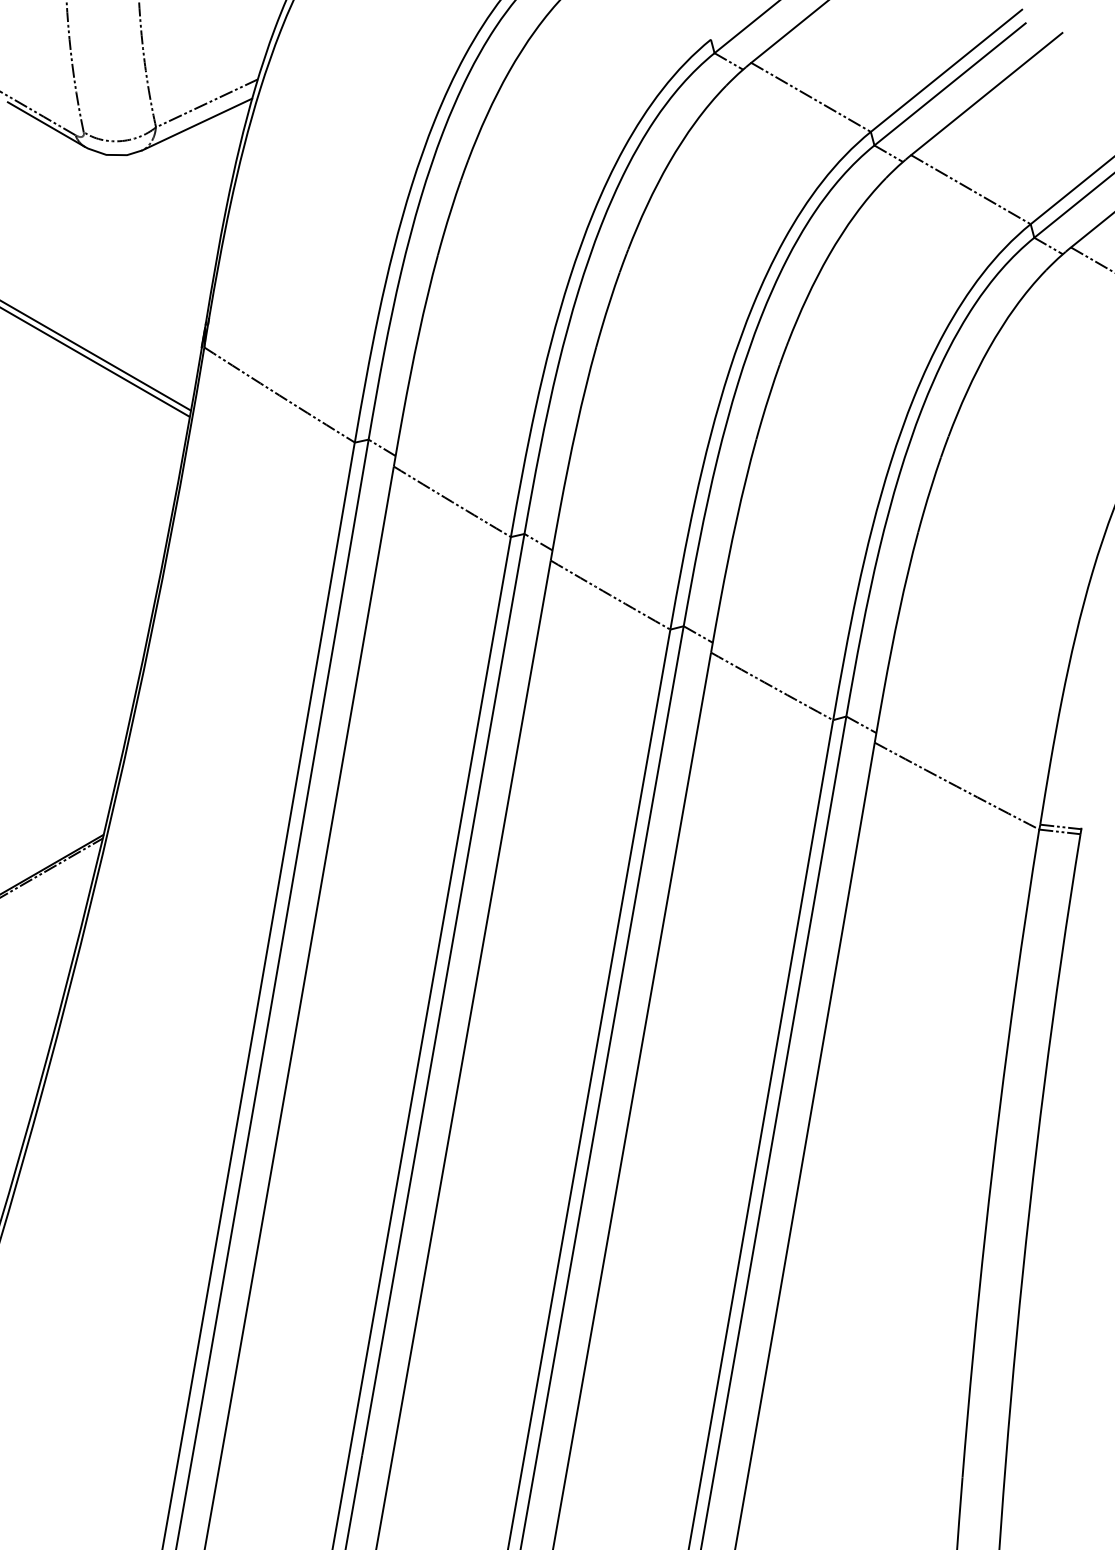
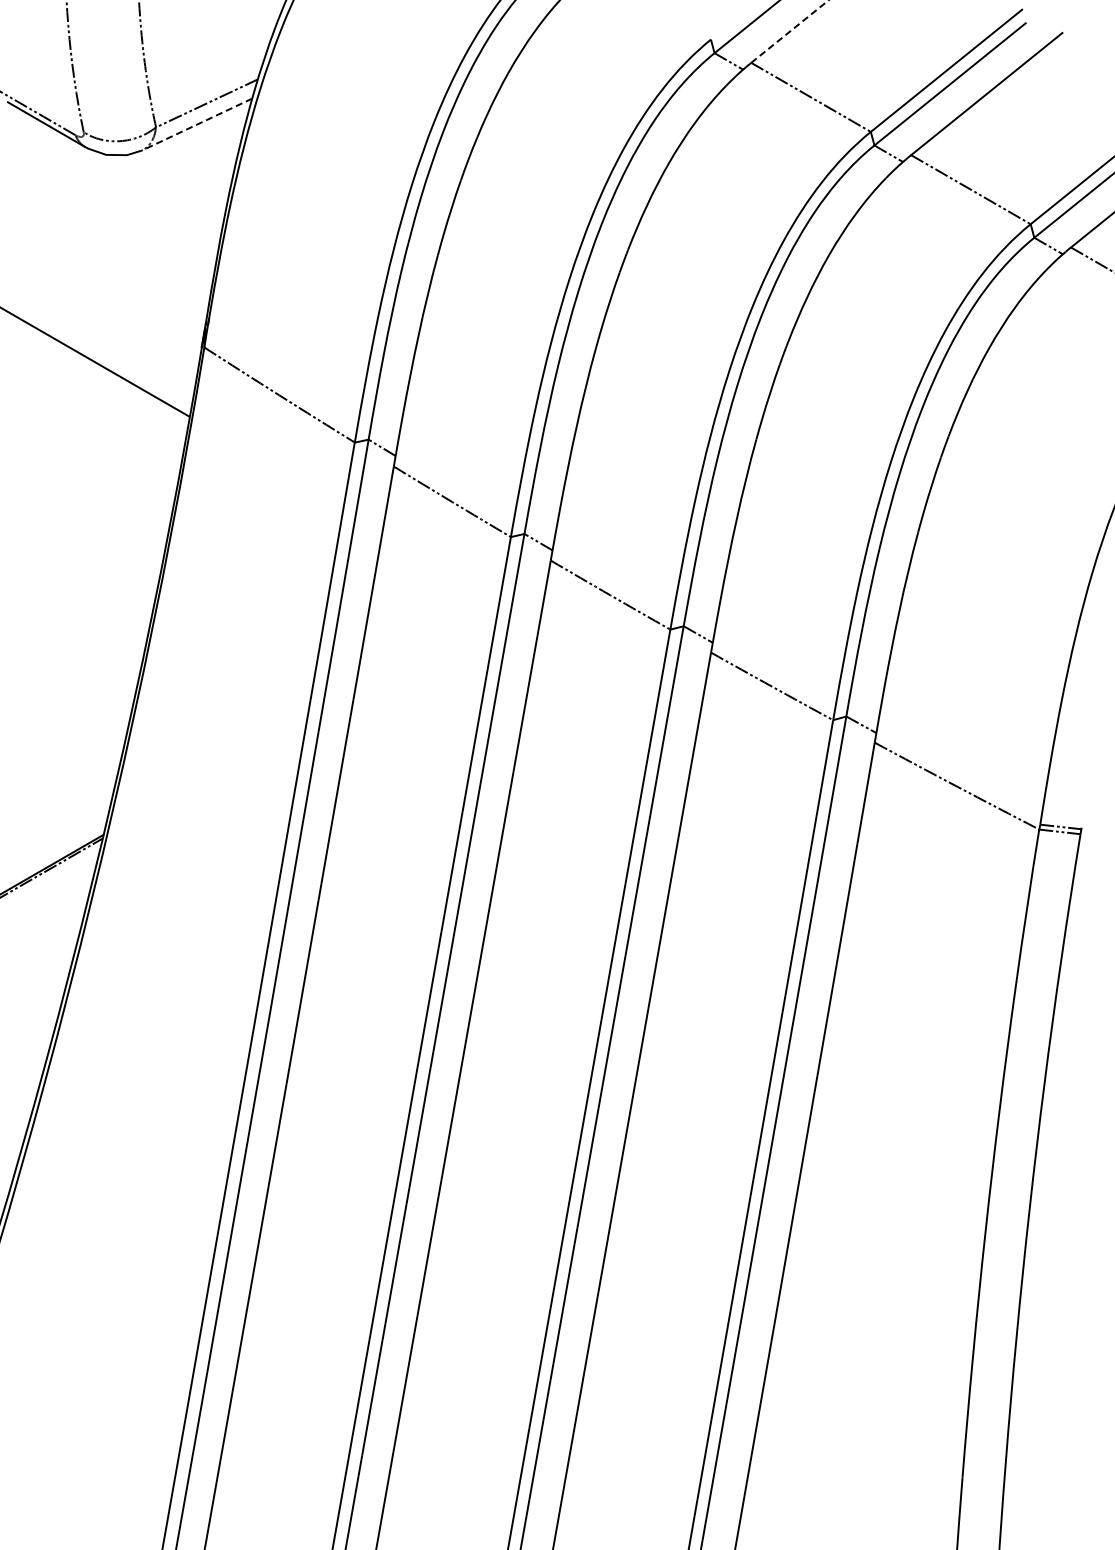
line at (790, 31): solid -> dashed
line at (197, 124): solid -> dashed
line at (96, 355): present -> none
